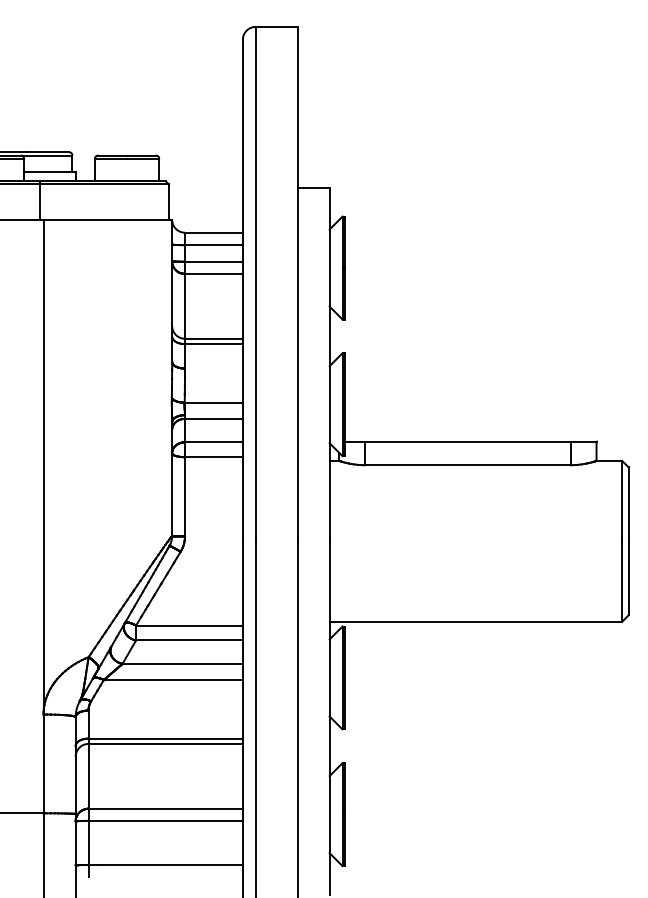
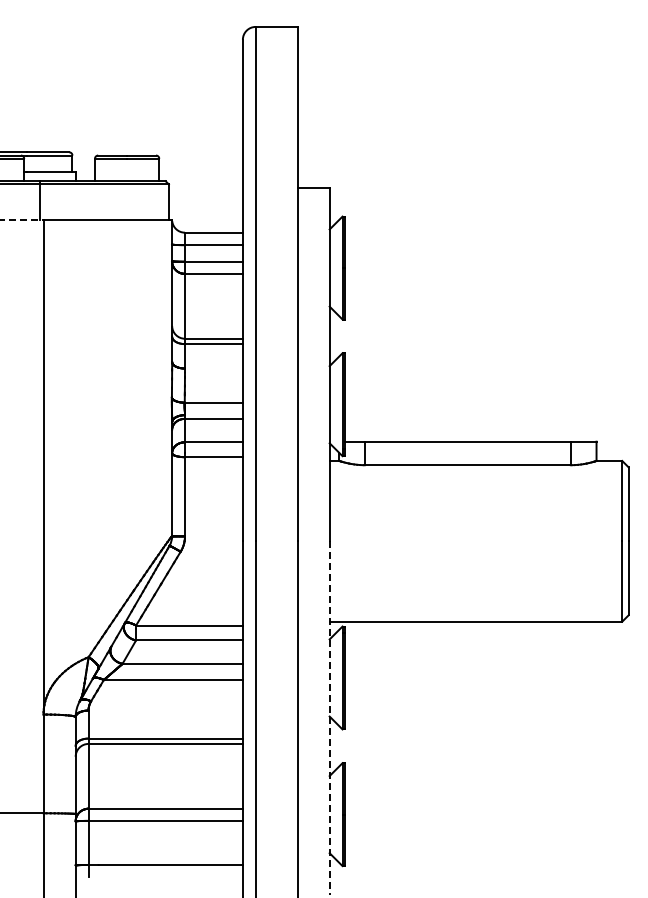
line at (22, 219): solid -> dashed
line at (329, 718): solid -> dashed
